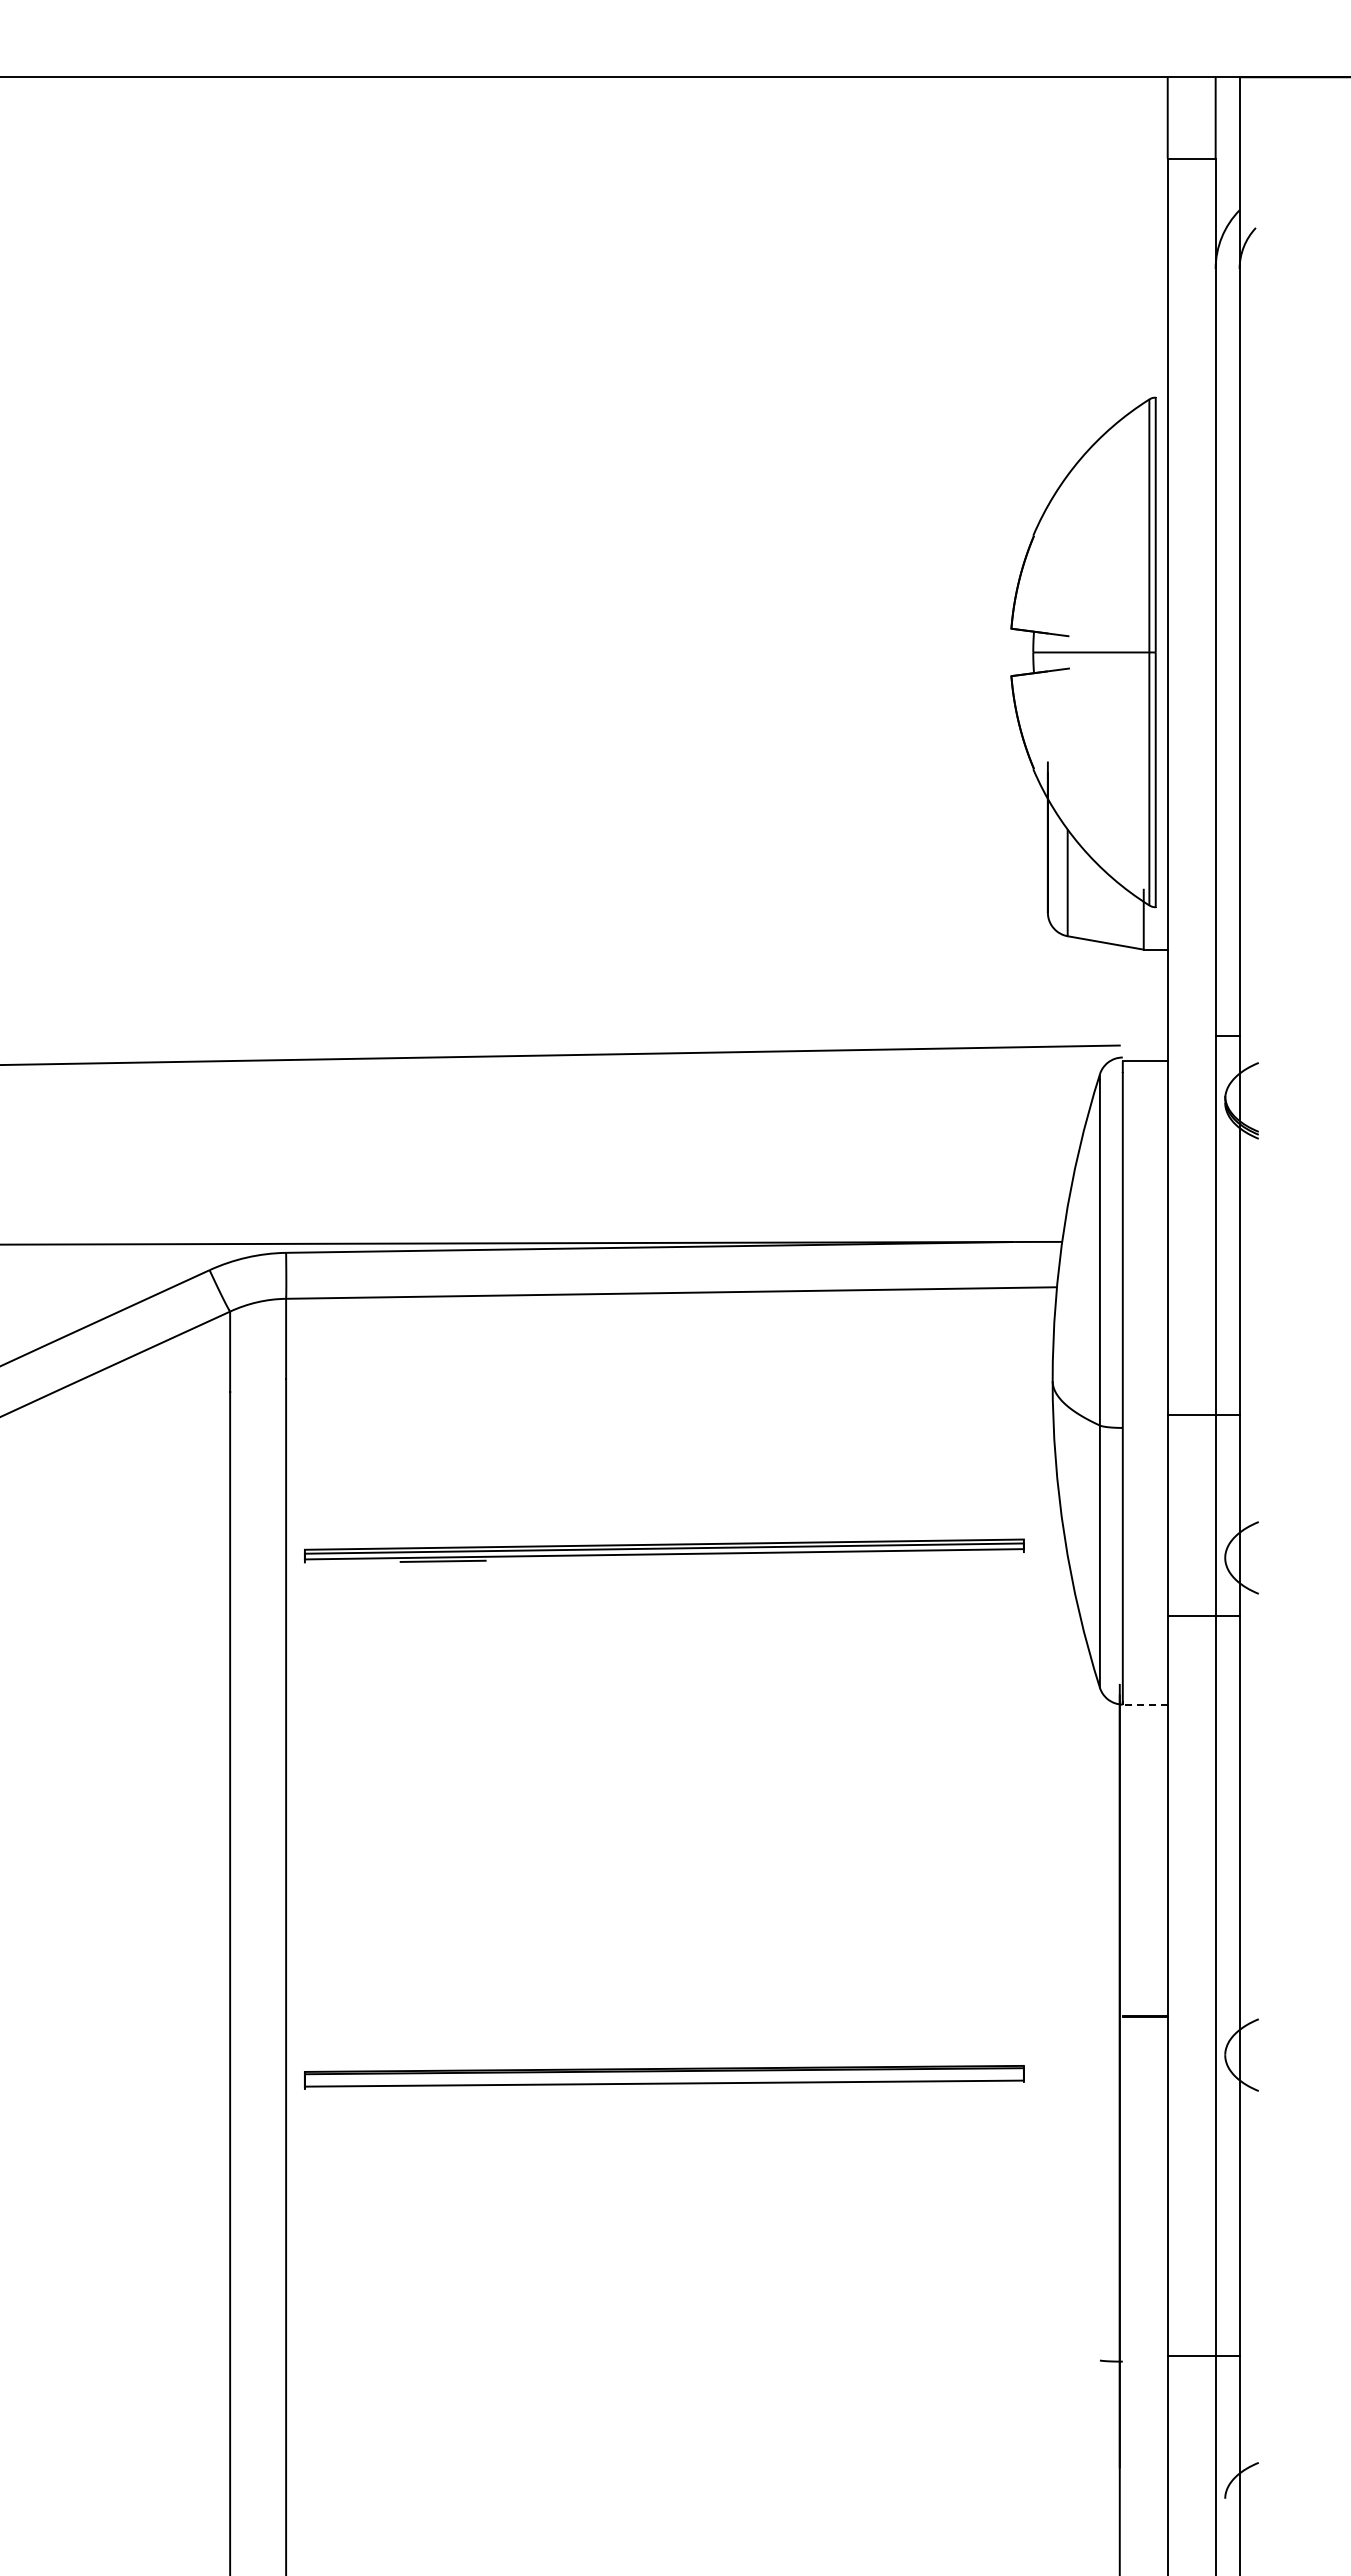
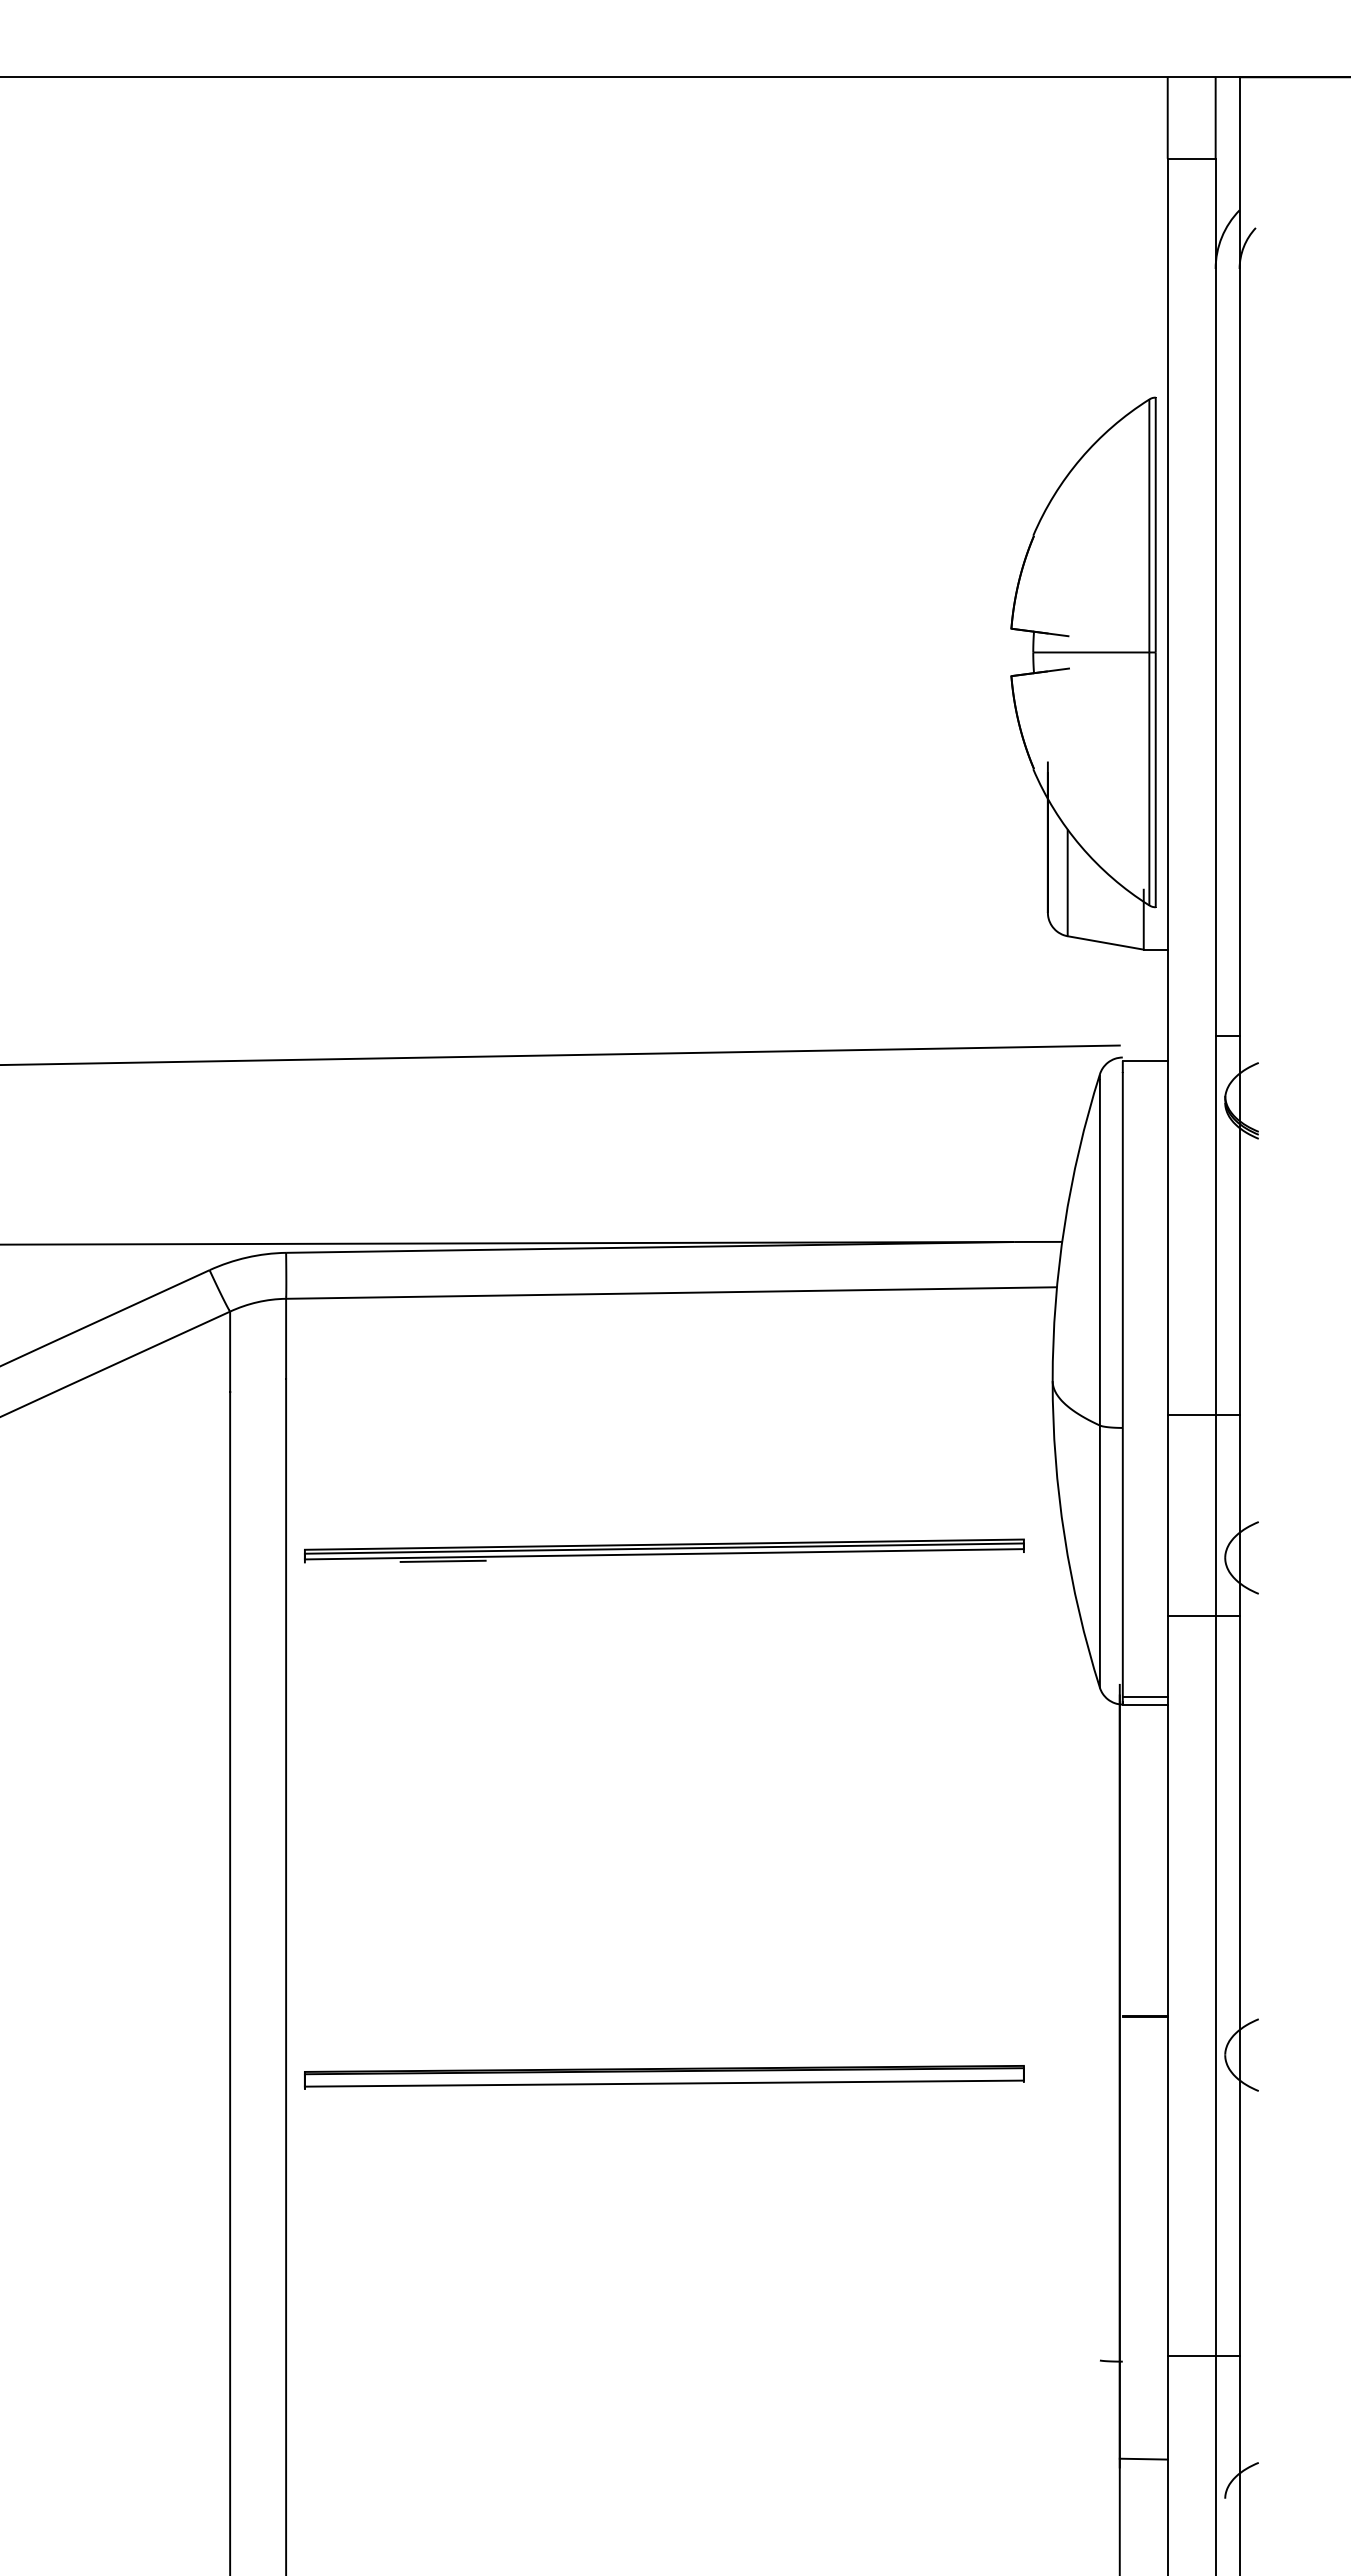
line at (1144, 1697): none -> present
line at (1144, 1704): dashed -> solid
line at (1143, 2458): none -> present
